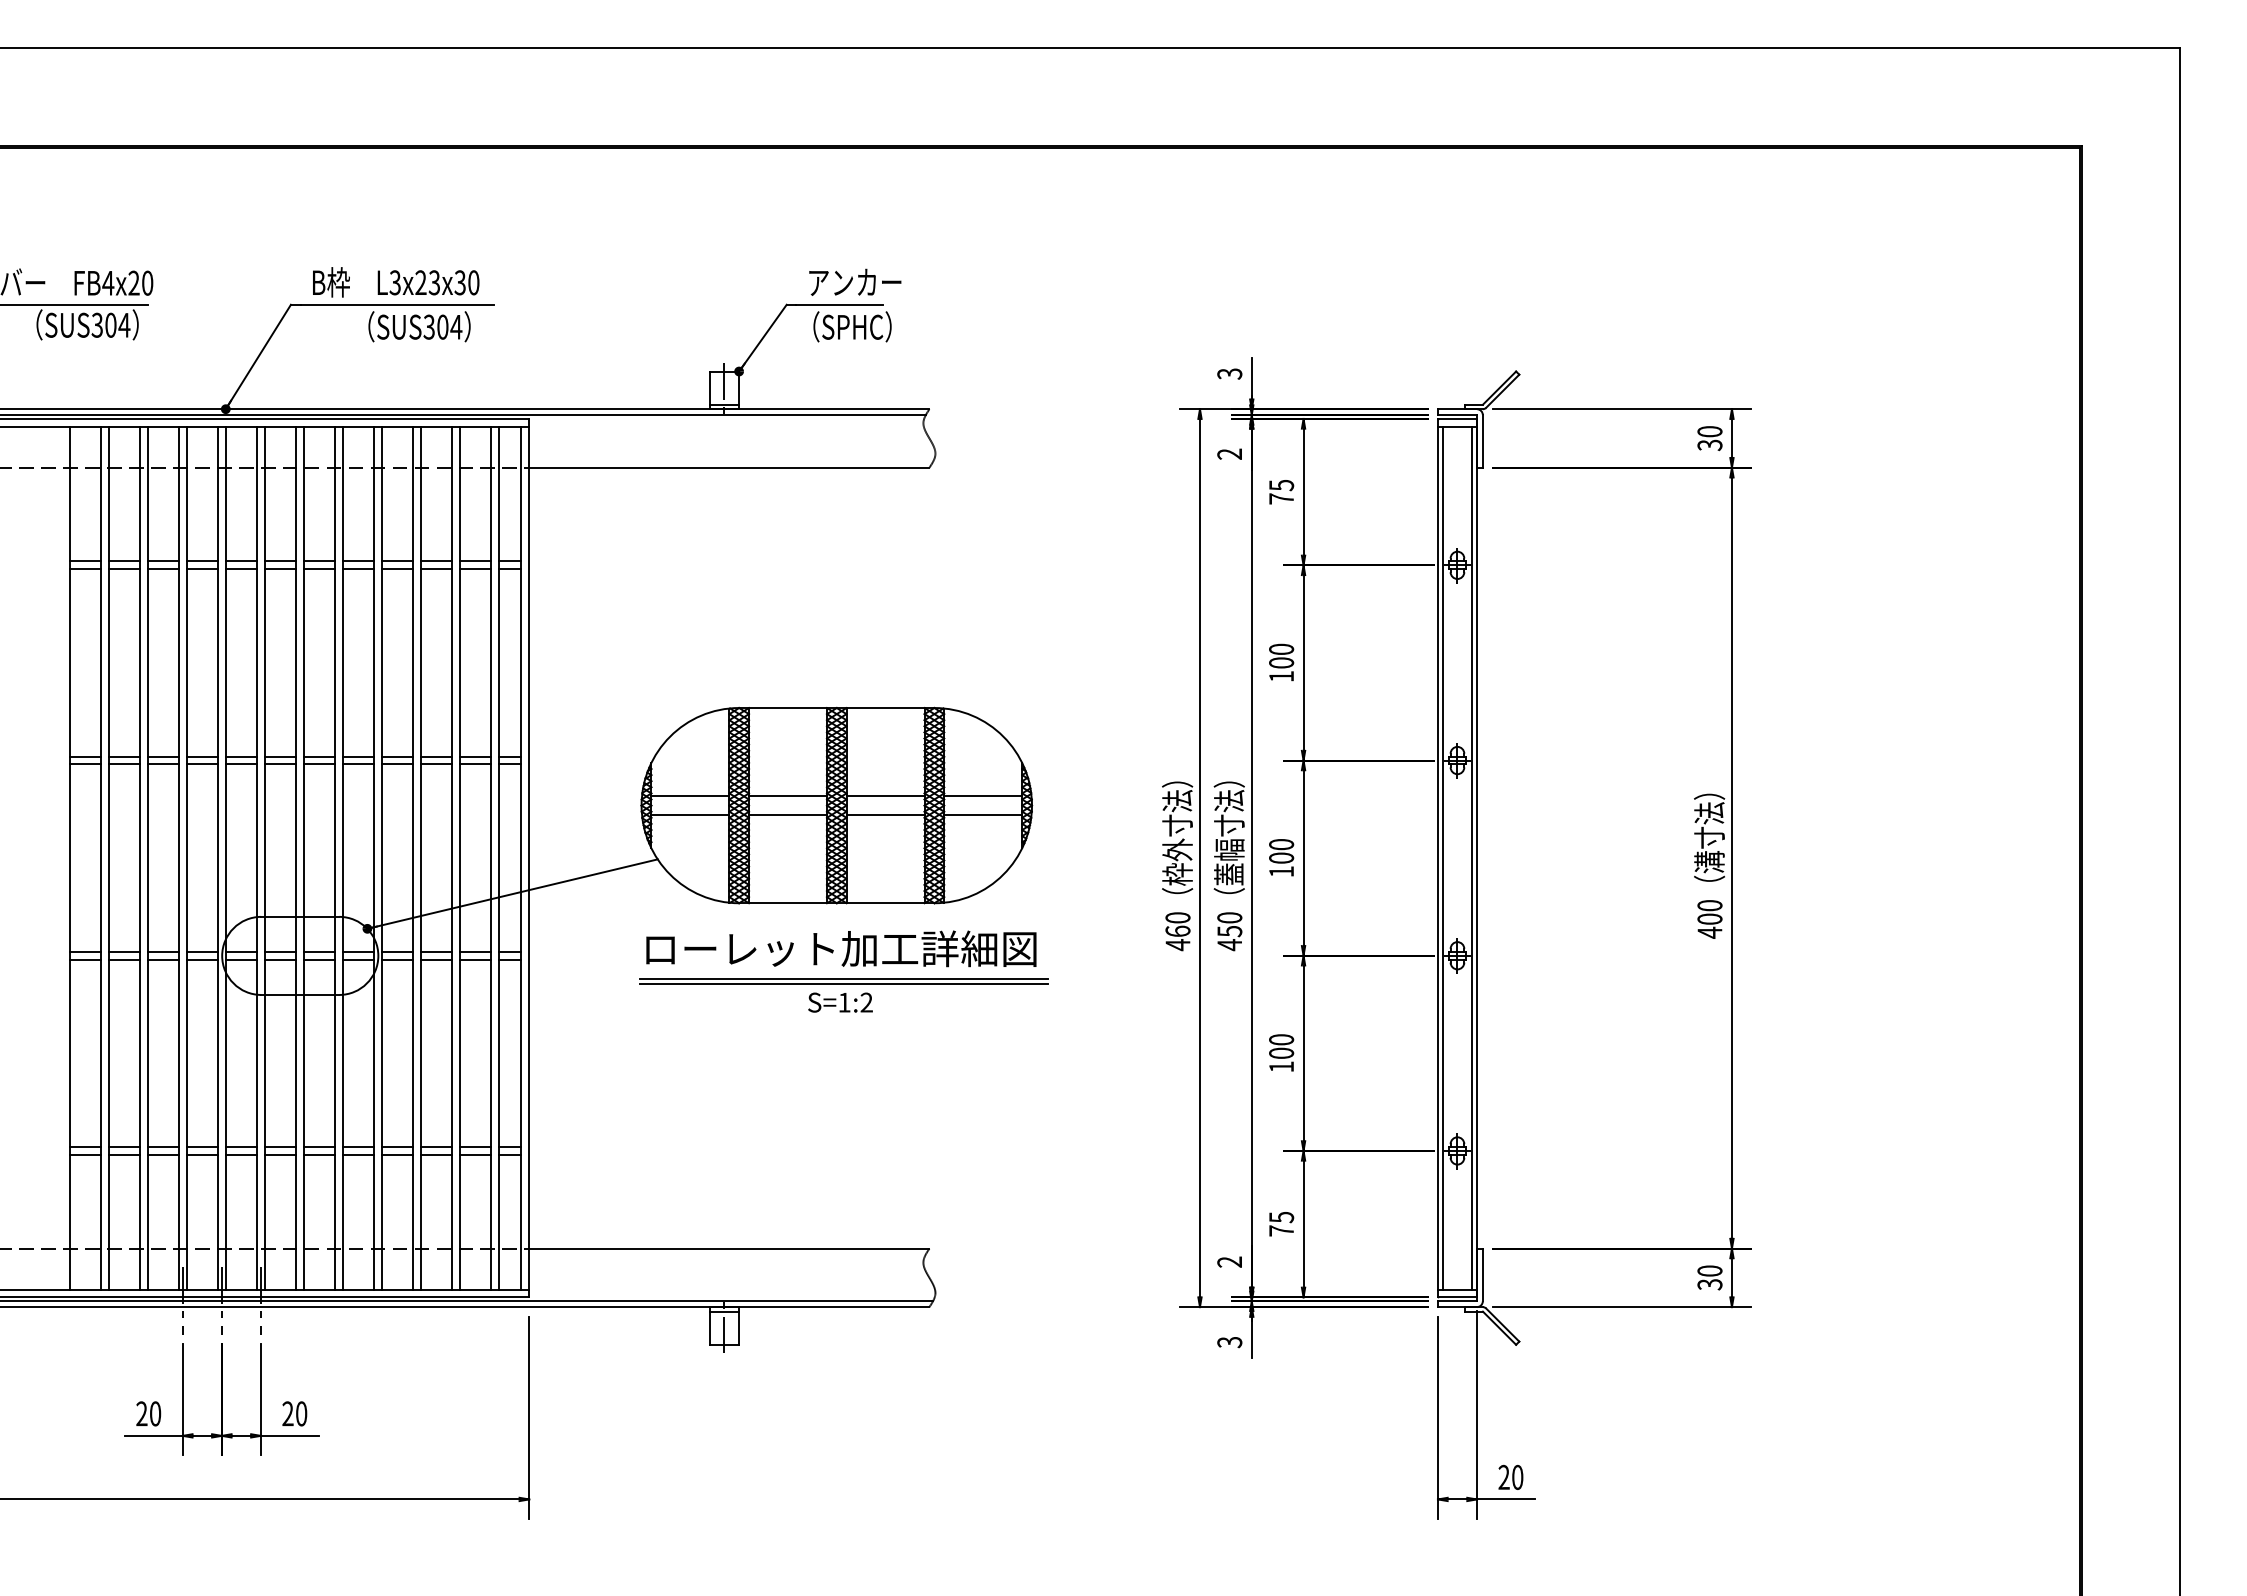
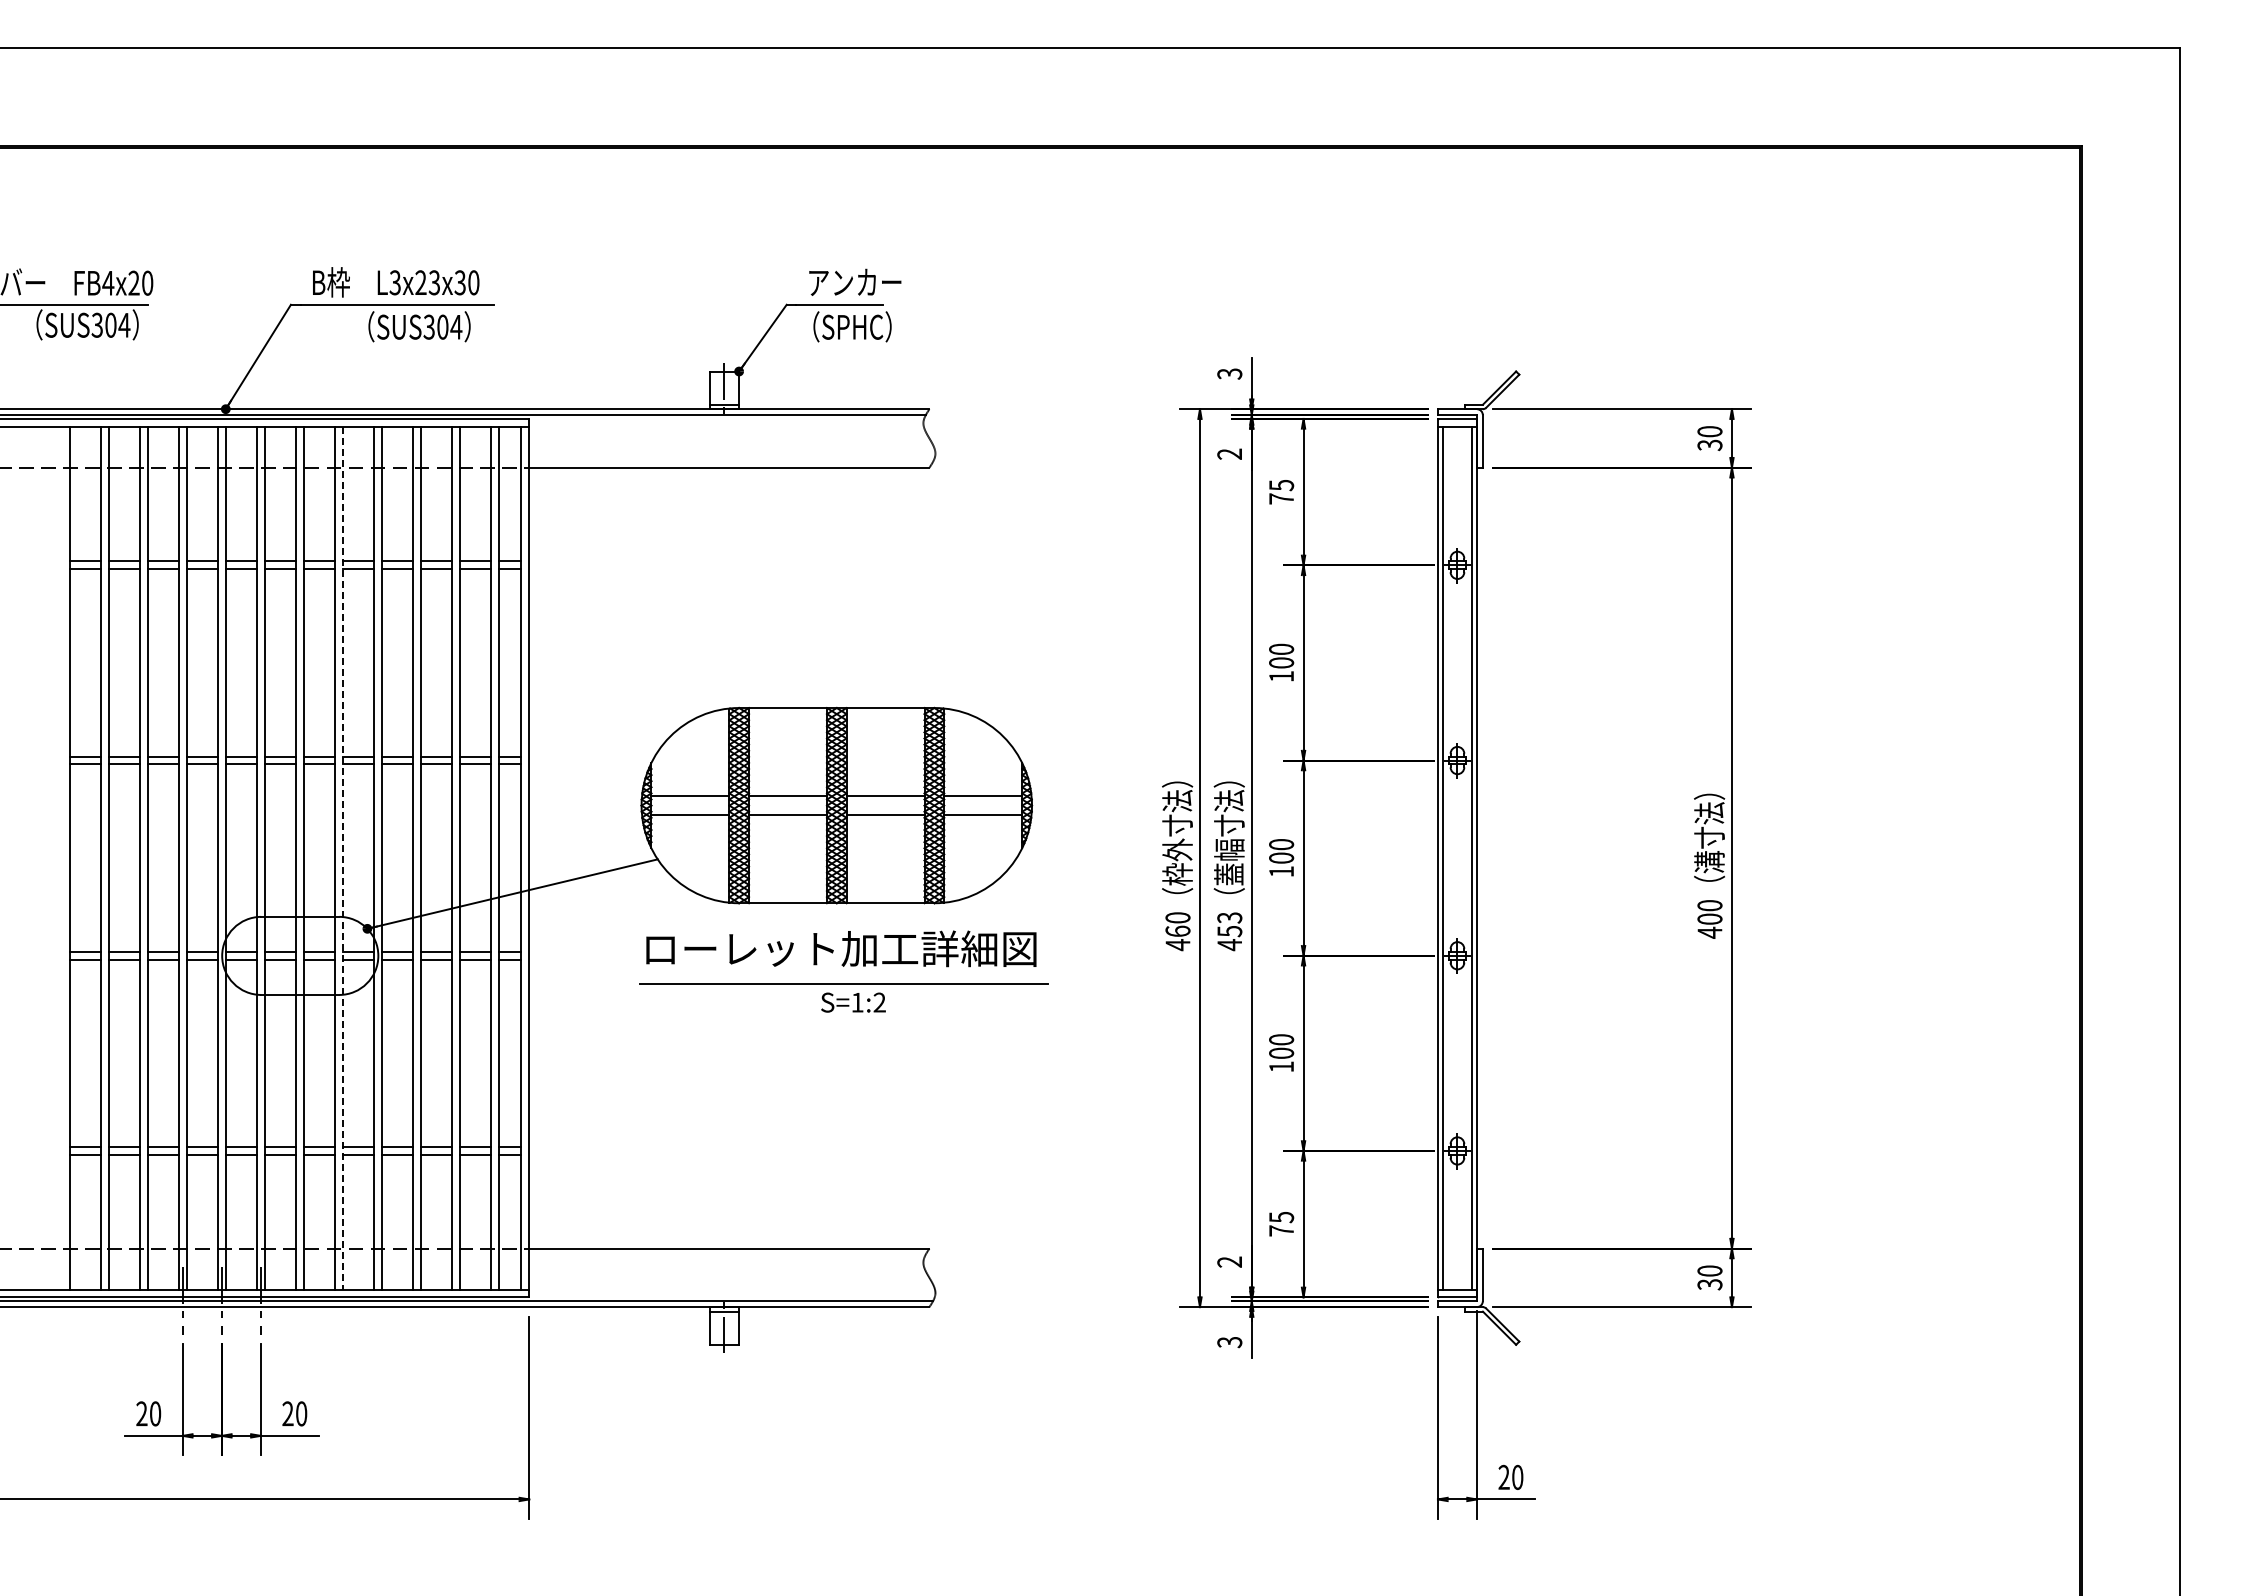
line at (342, 858): solid -> dashed
text at (1229, 917): 450 -> 453
line at (843, 979): present -> none
text at (840, 1002) position: (840, 1002) -> (853, 1002)
